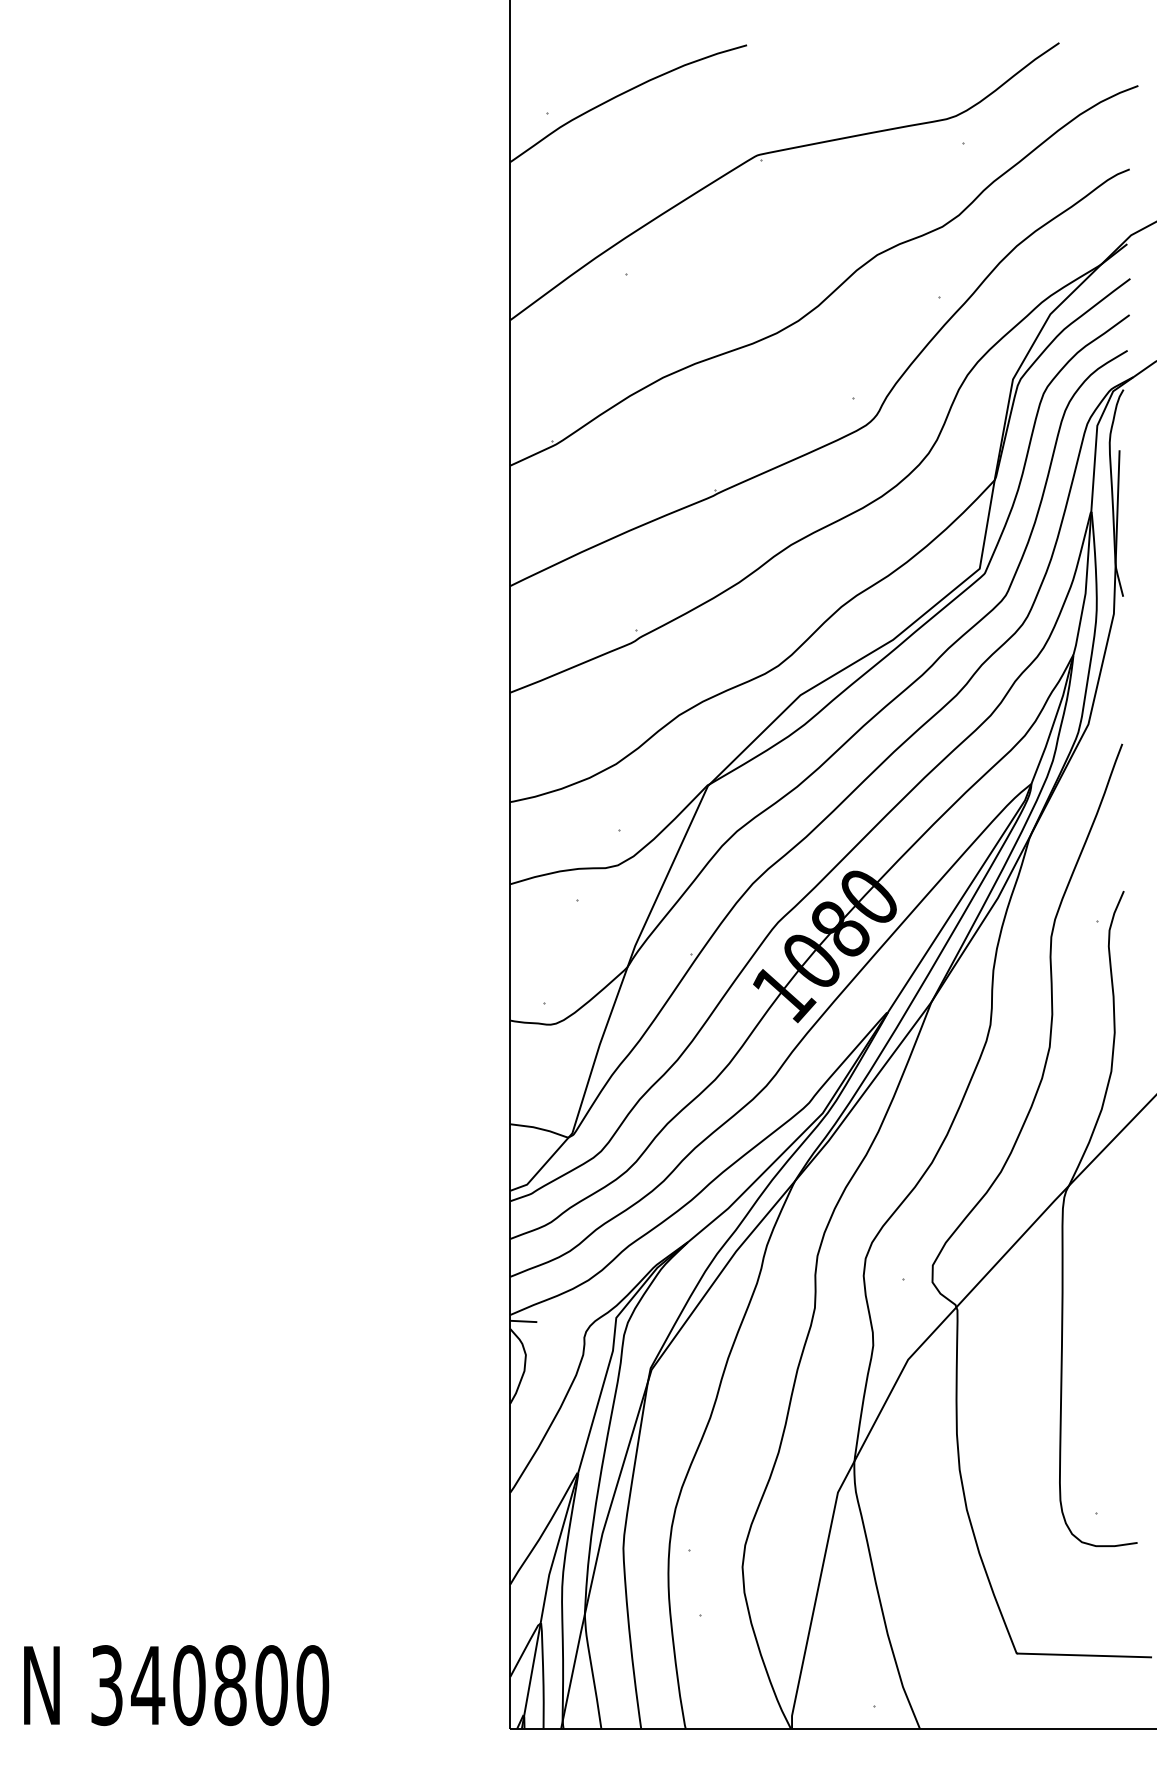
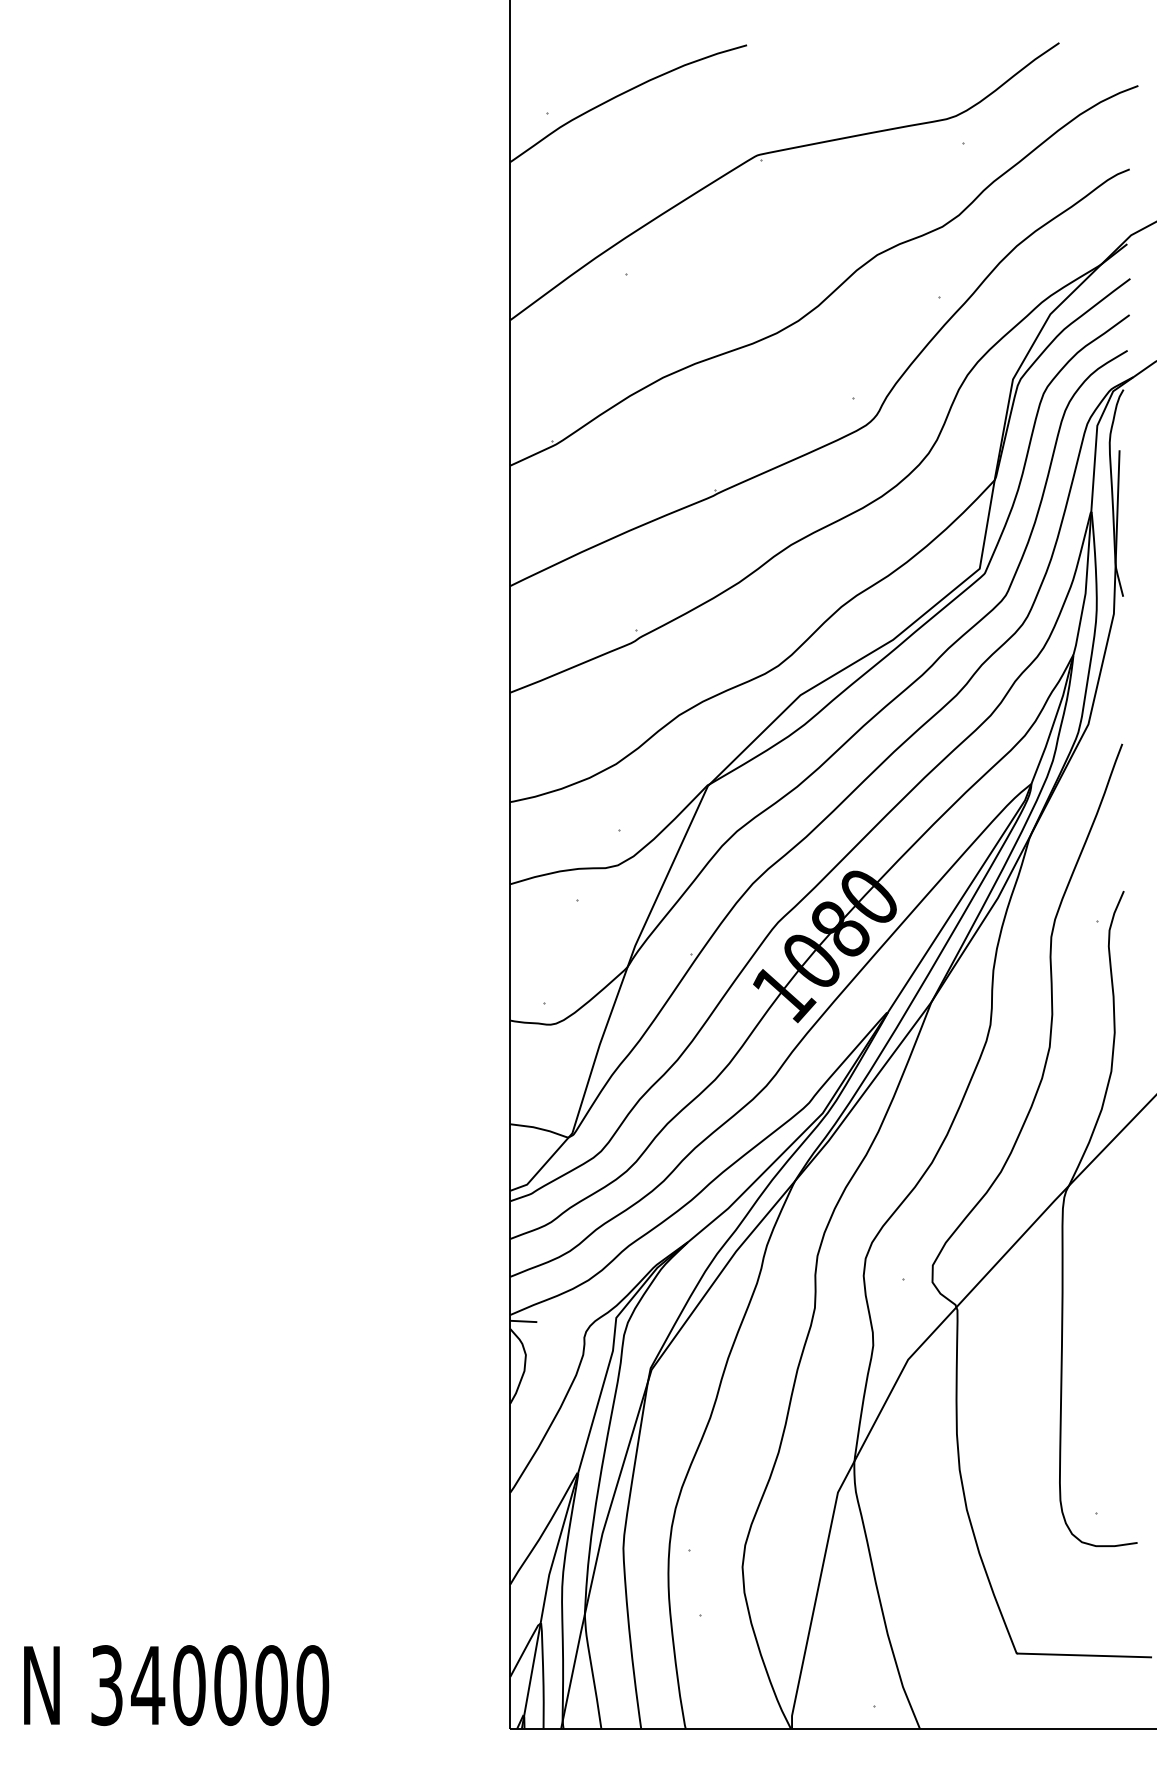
text at (230, 1685): 340800 -> 340000
